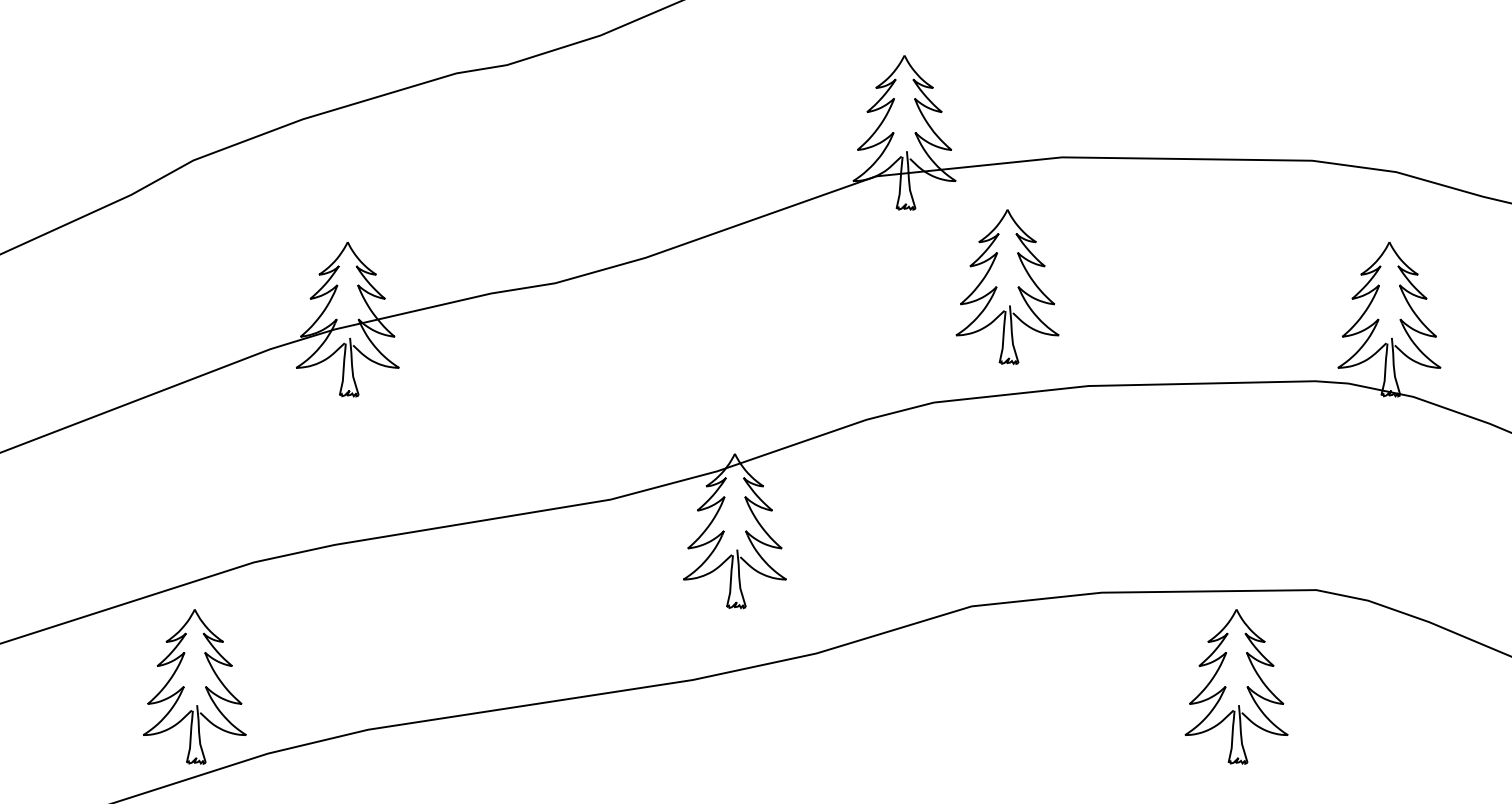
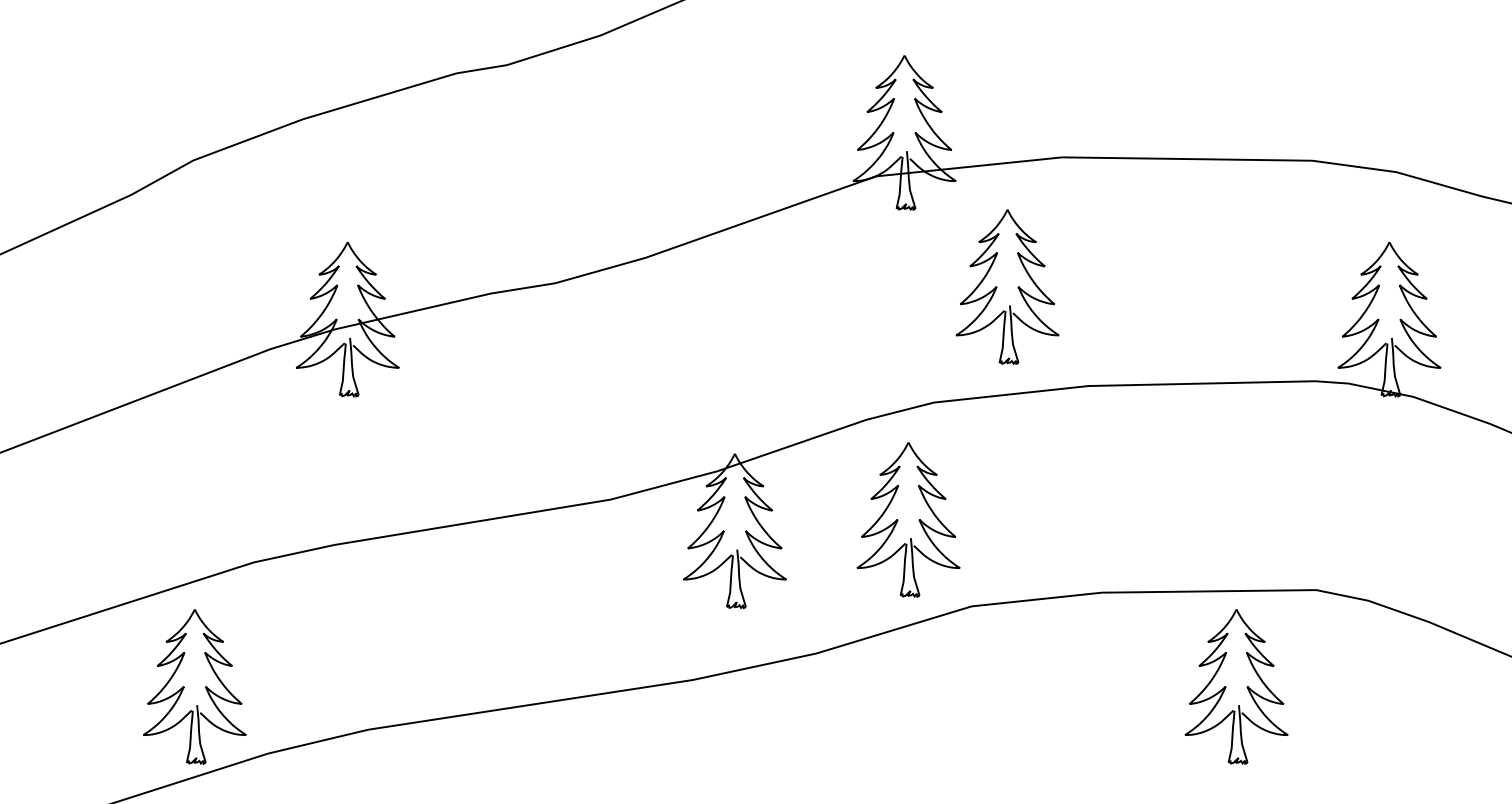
part at (908, 519): none -> present
